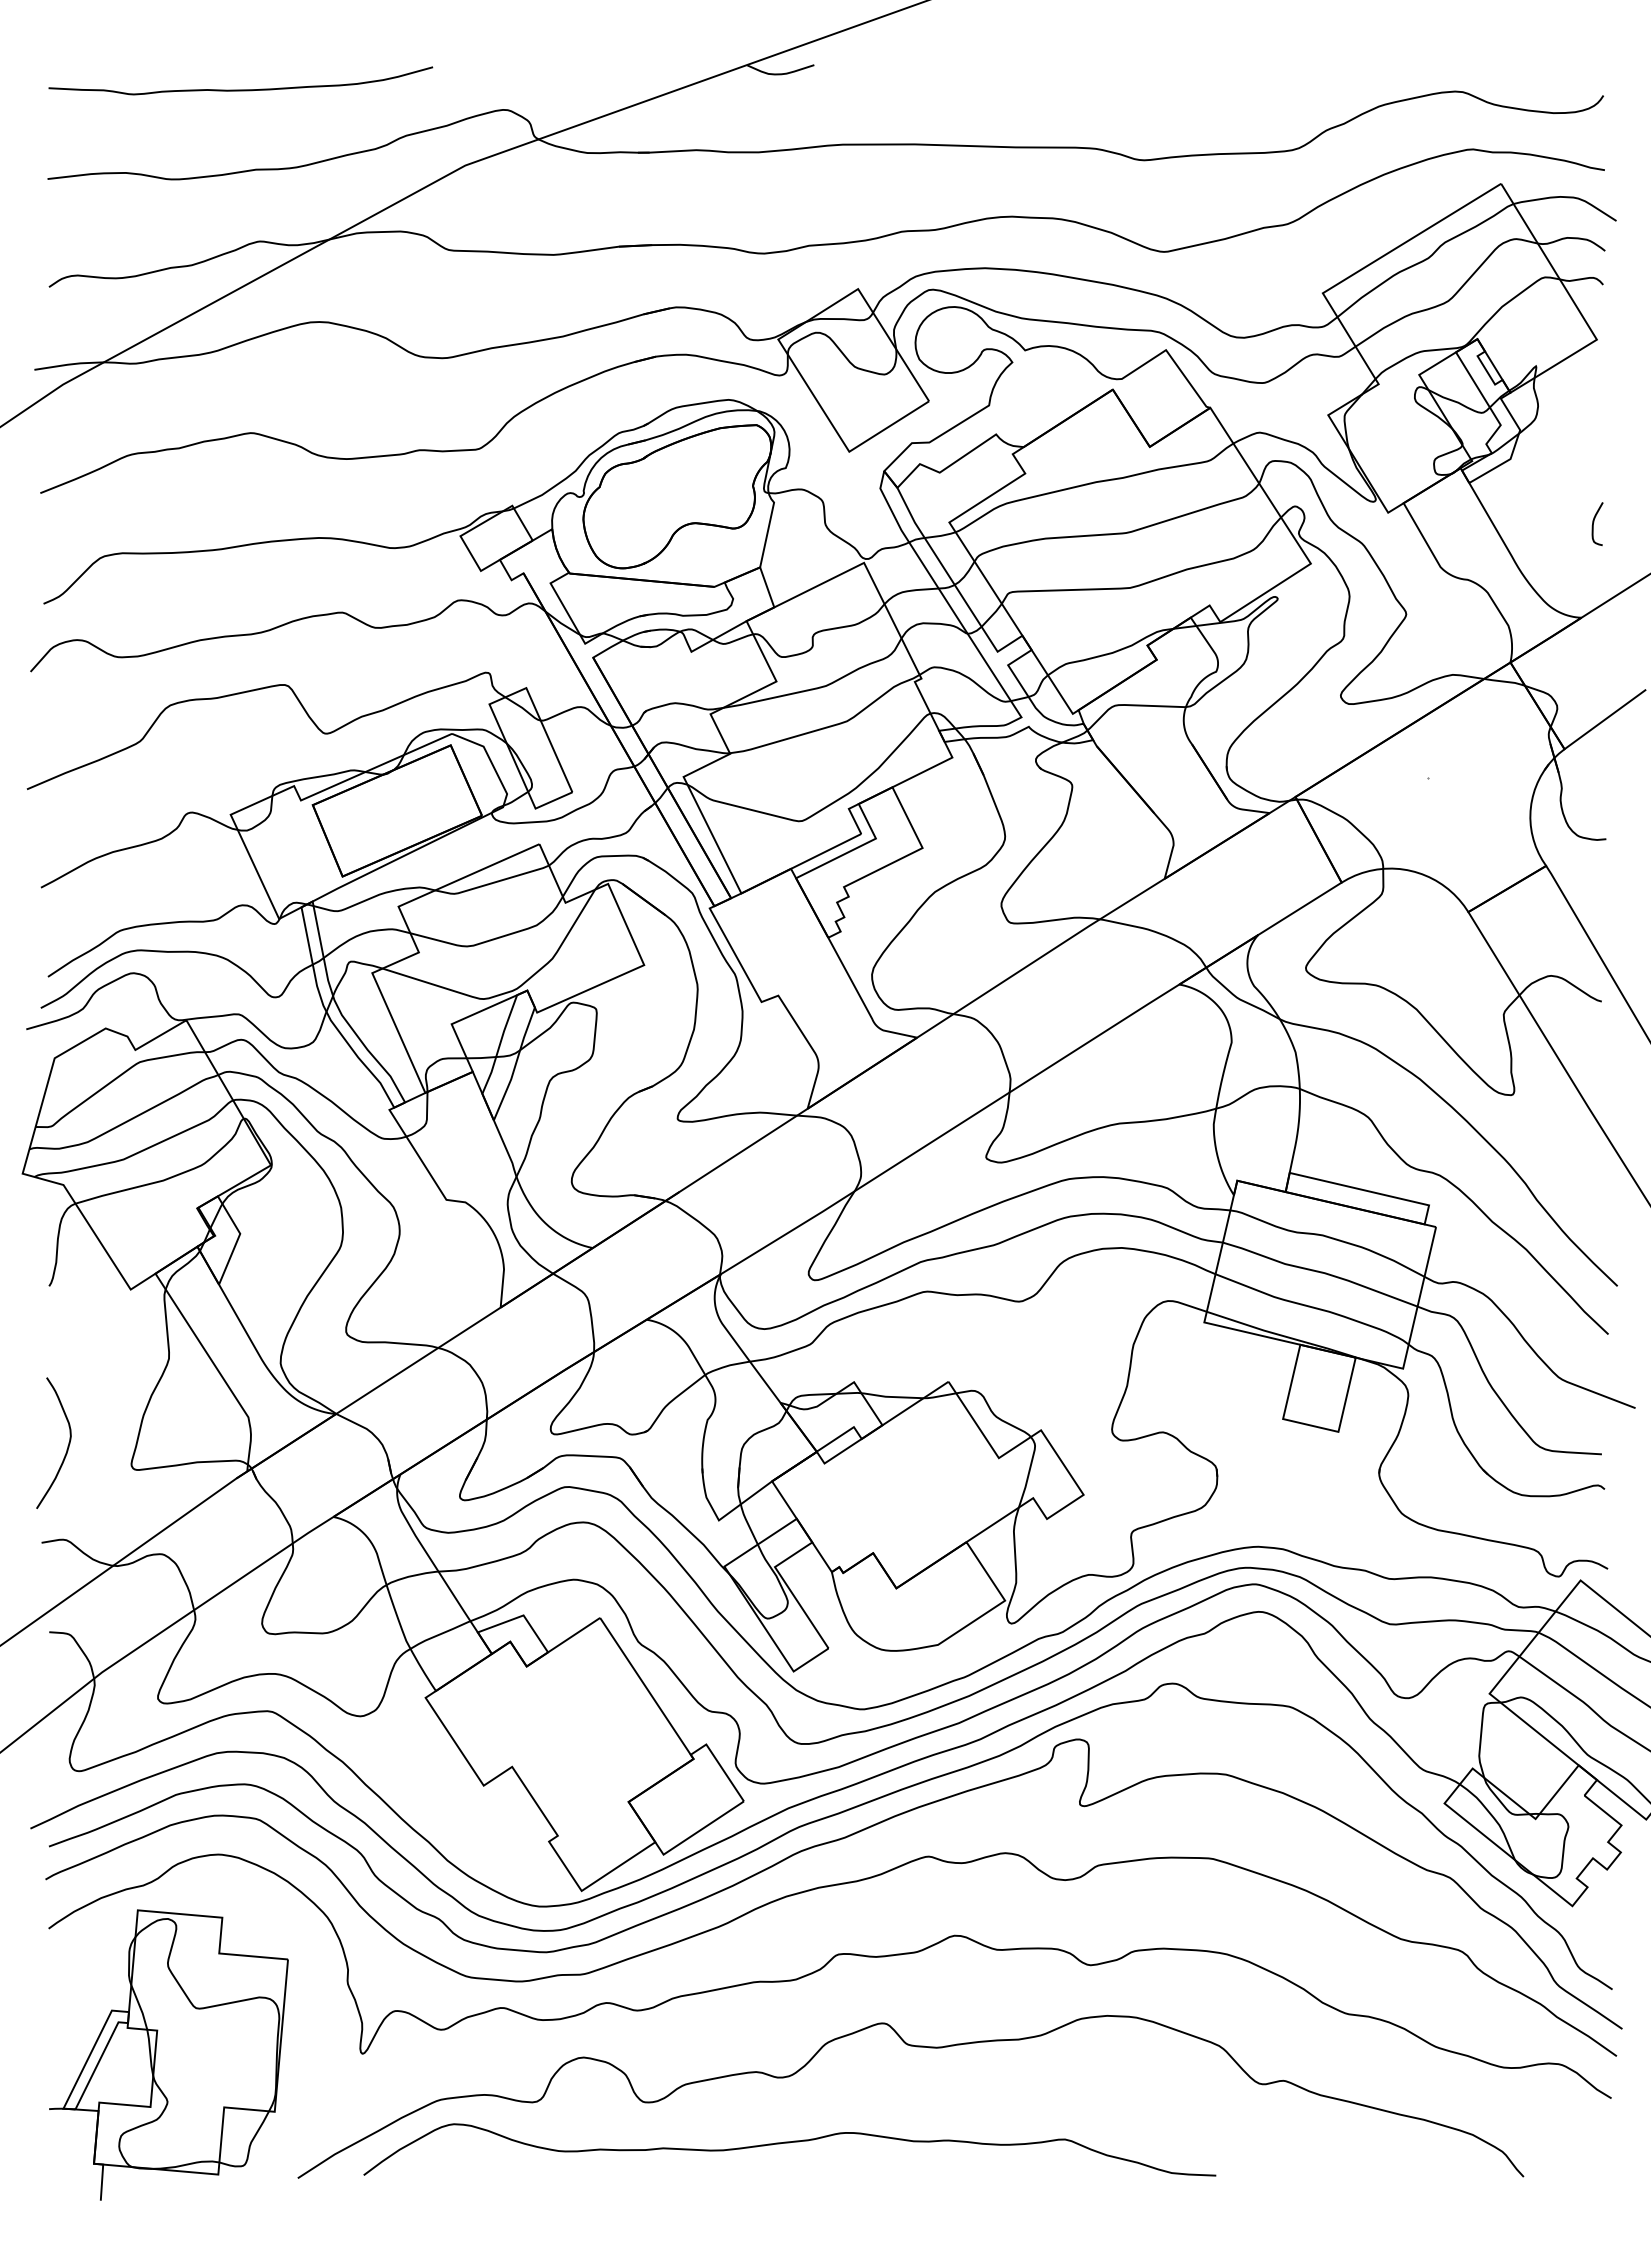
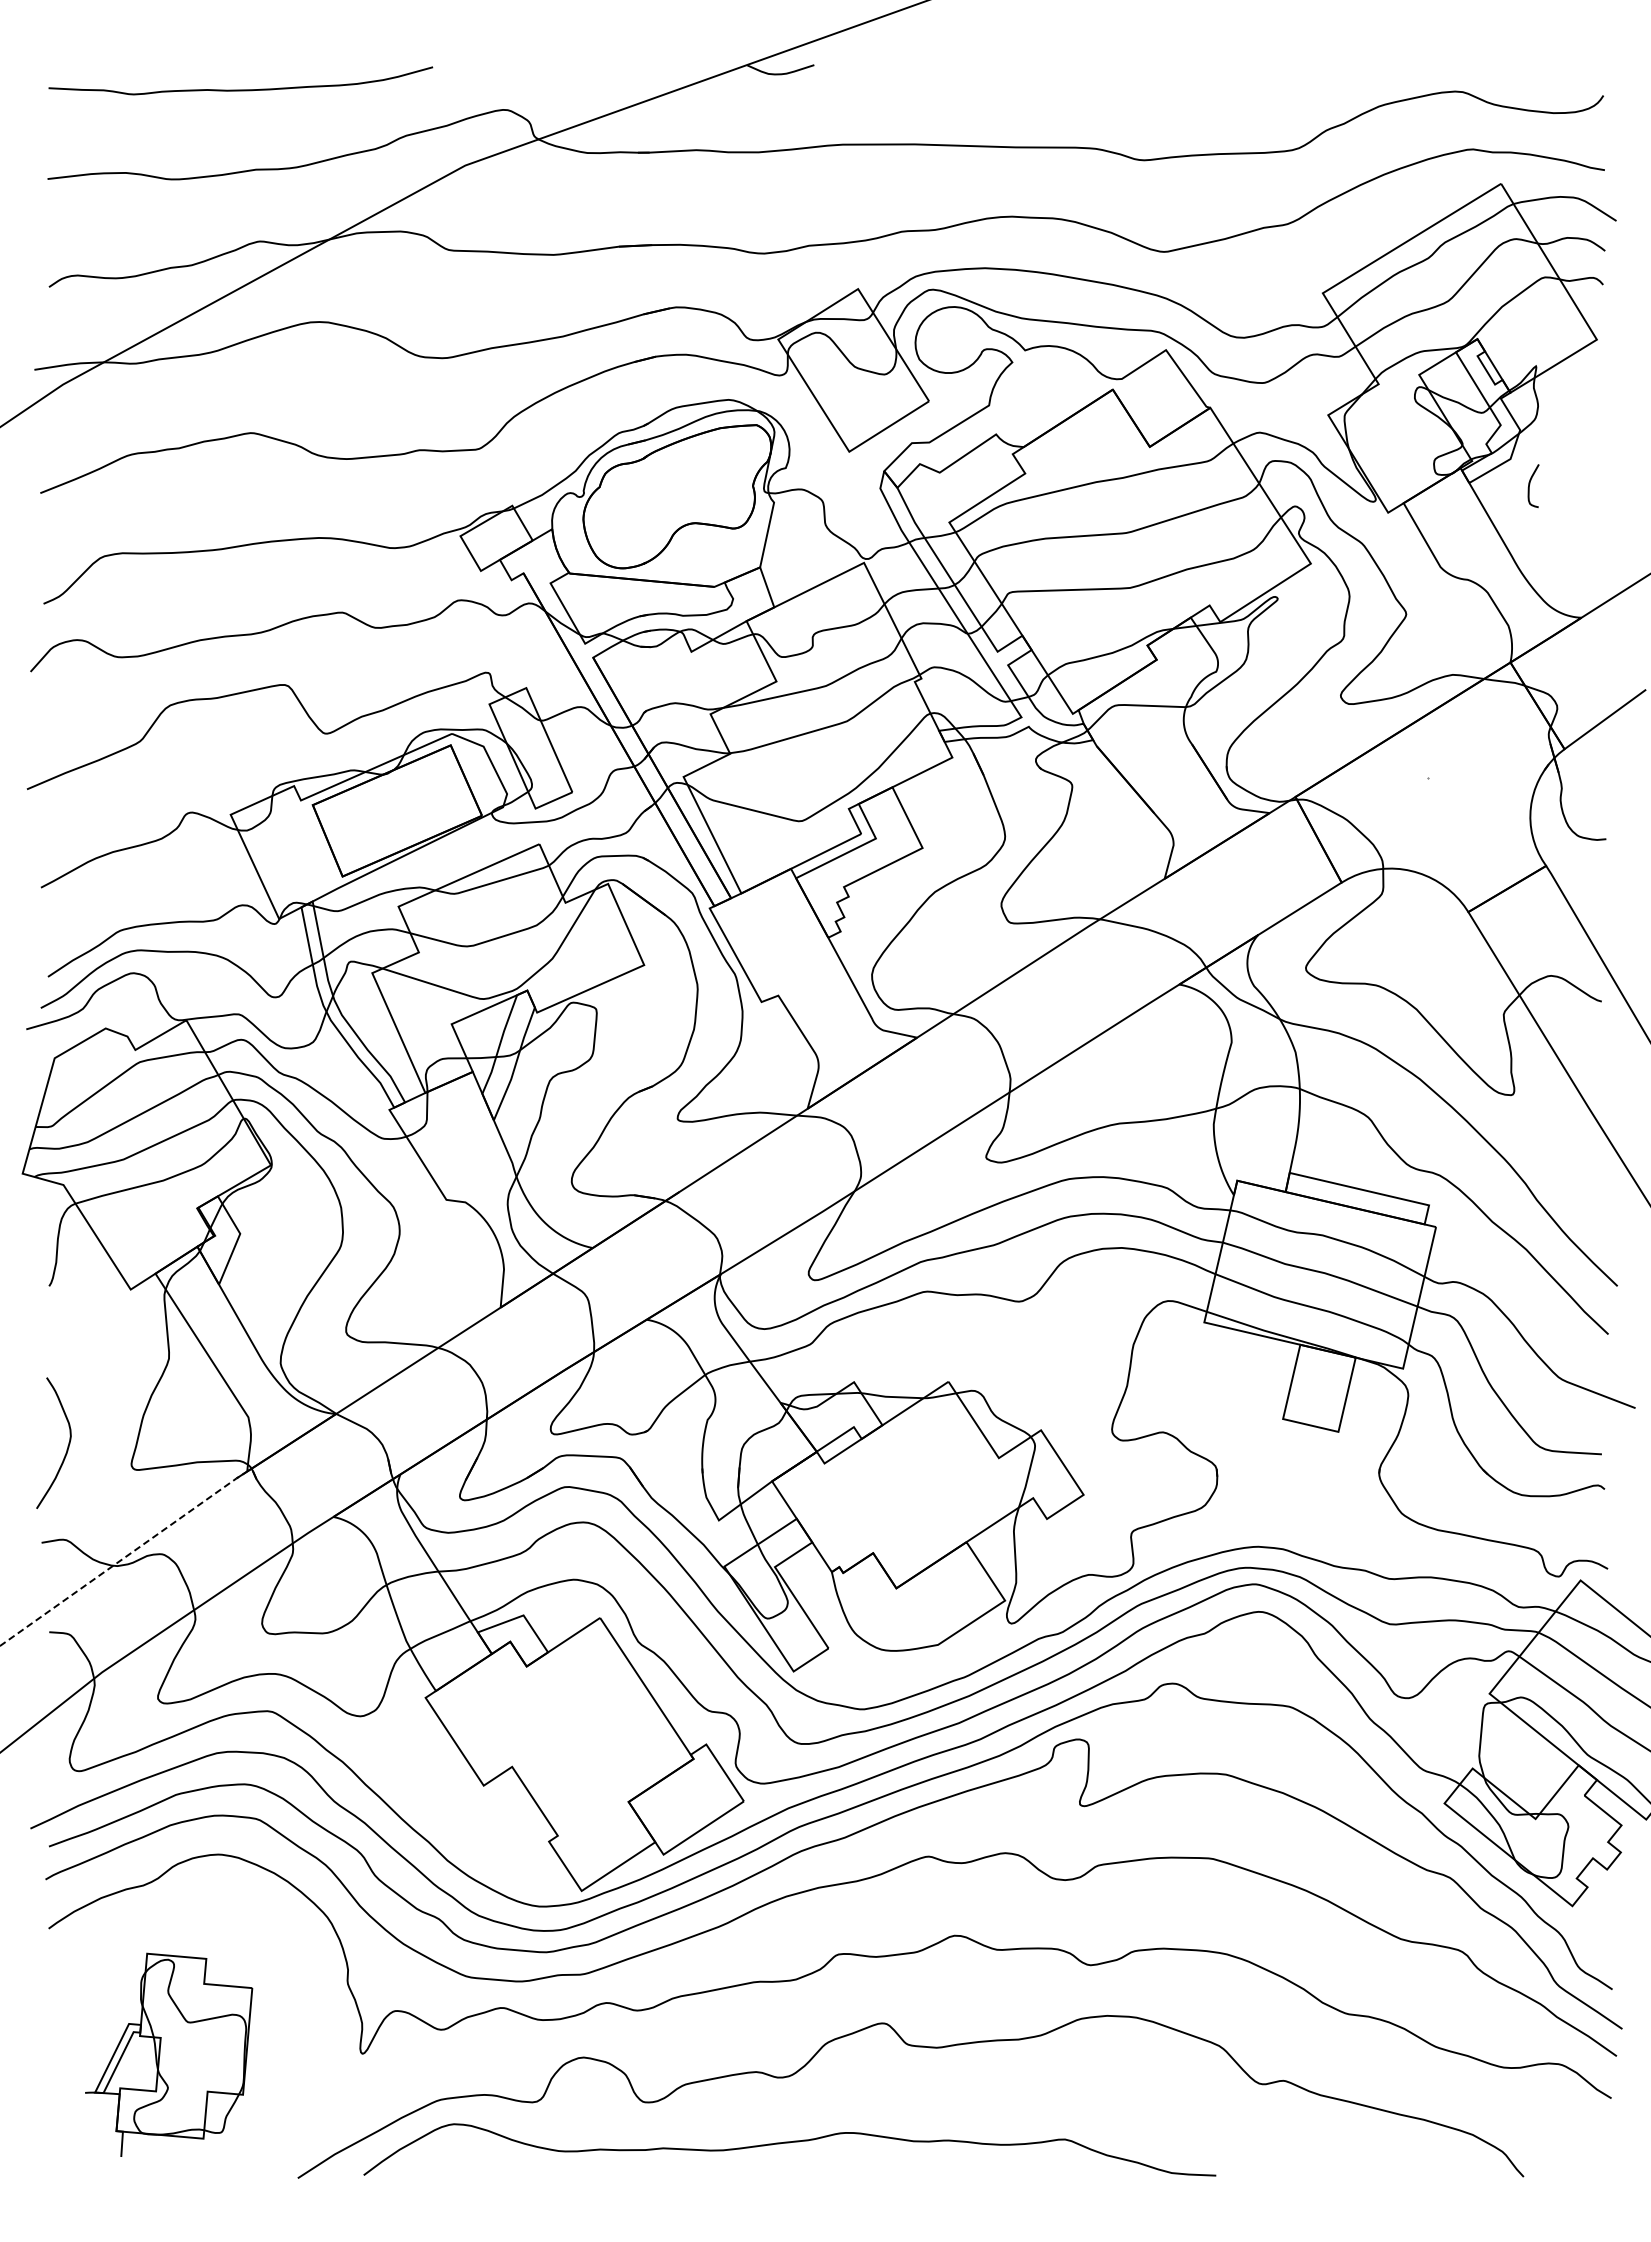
curve at (1594, 522) position: (1594, 522) -> (1530, 484)
line at (124, 1557): solid -> dashed
part at (168, 2054) size: 240x292 px -> 169x205 px
